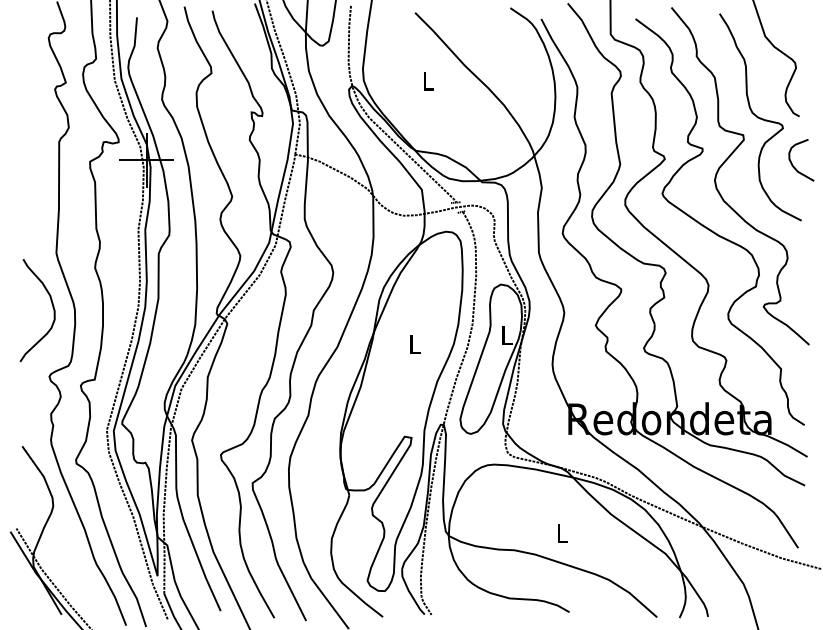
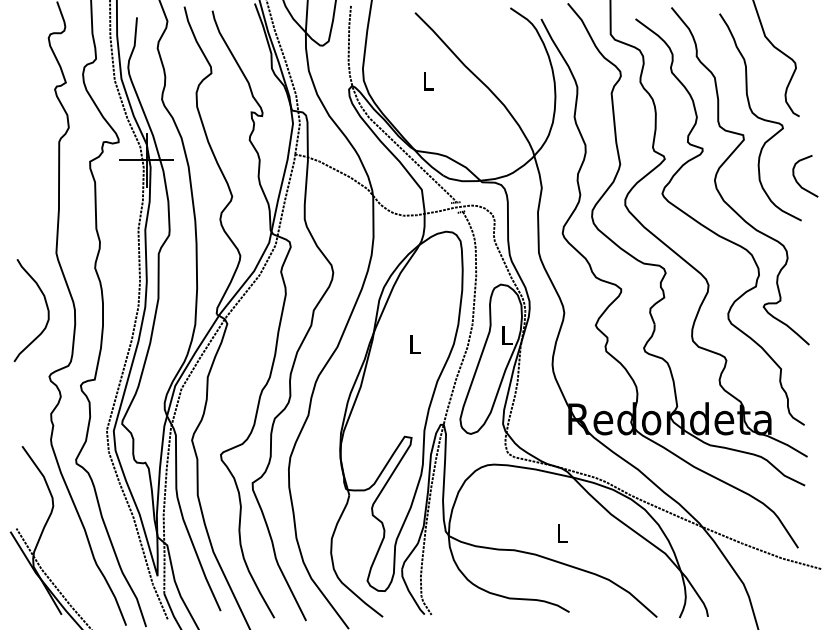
curve at (793, 164) position: (793, 164) -> (797, 180)
curve at (51, 304) position: (51, 304) -> (45, 304)
